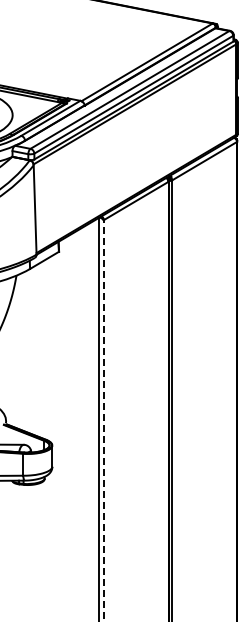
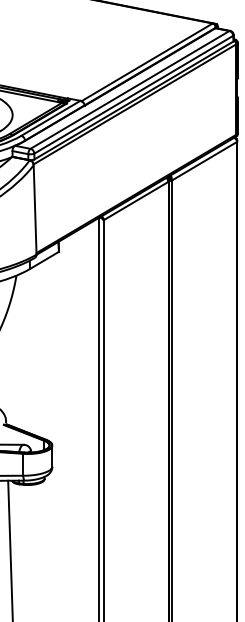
line at (103, 420): dashed -> solid
line at (10, 549): none -> present
